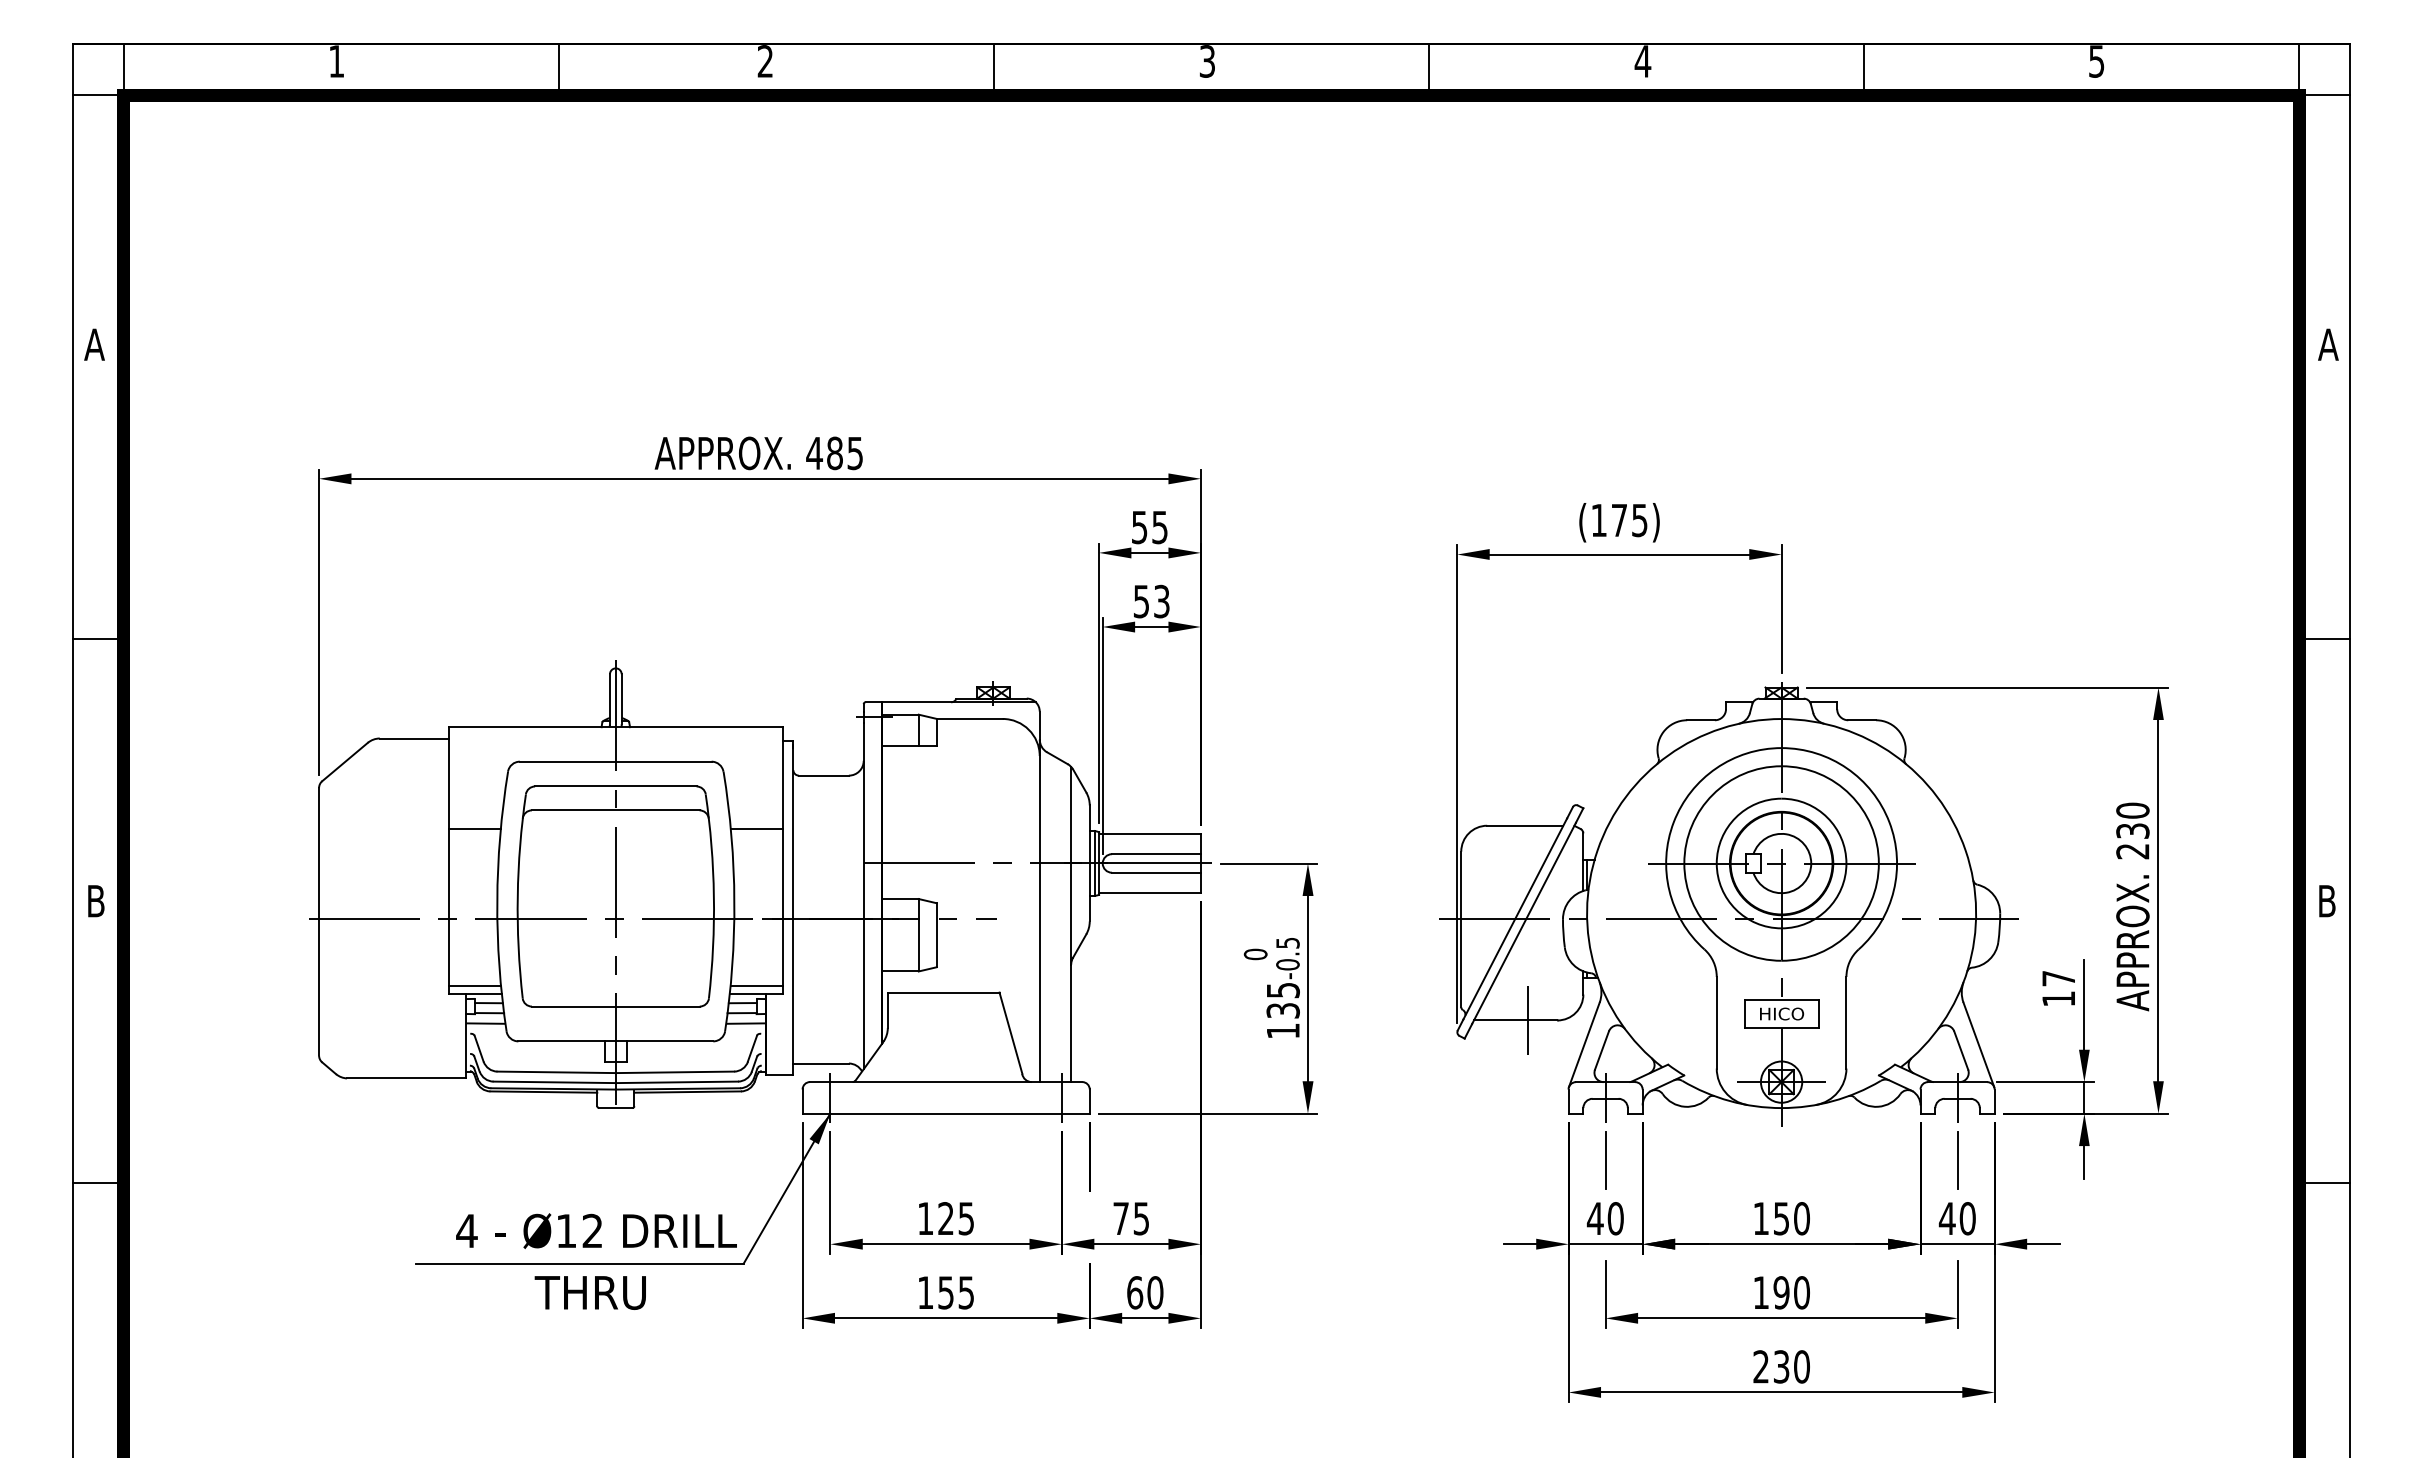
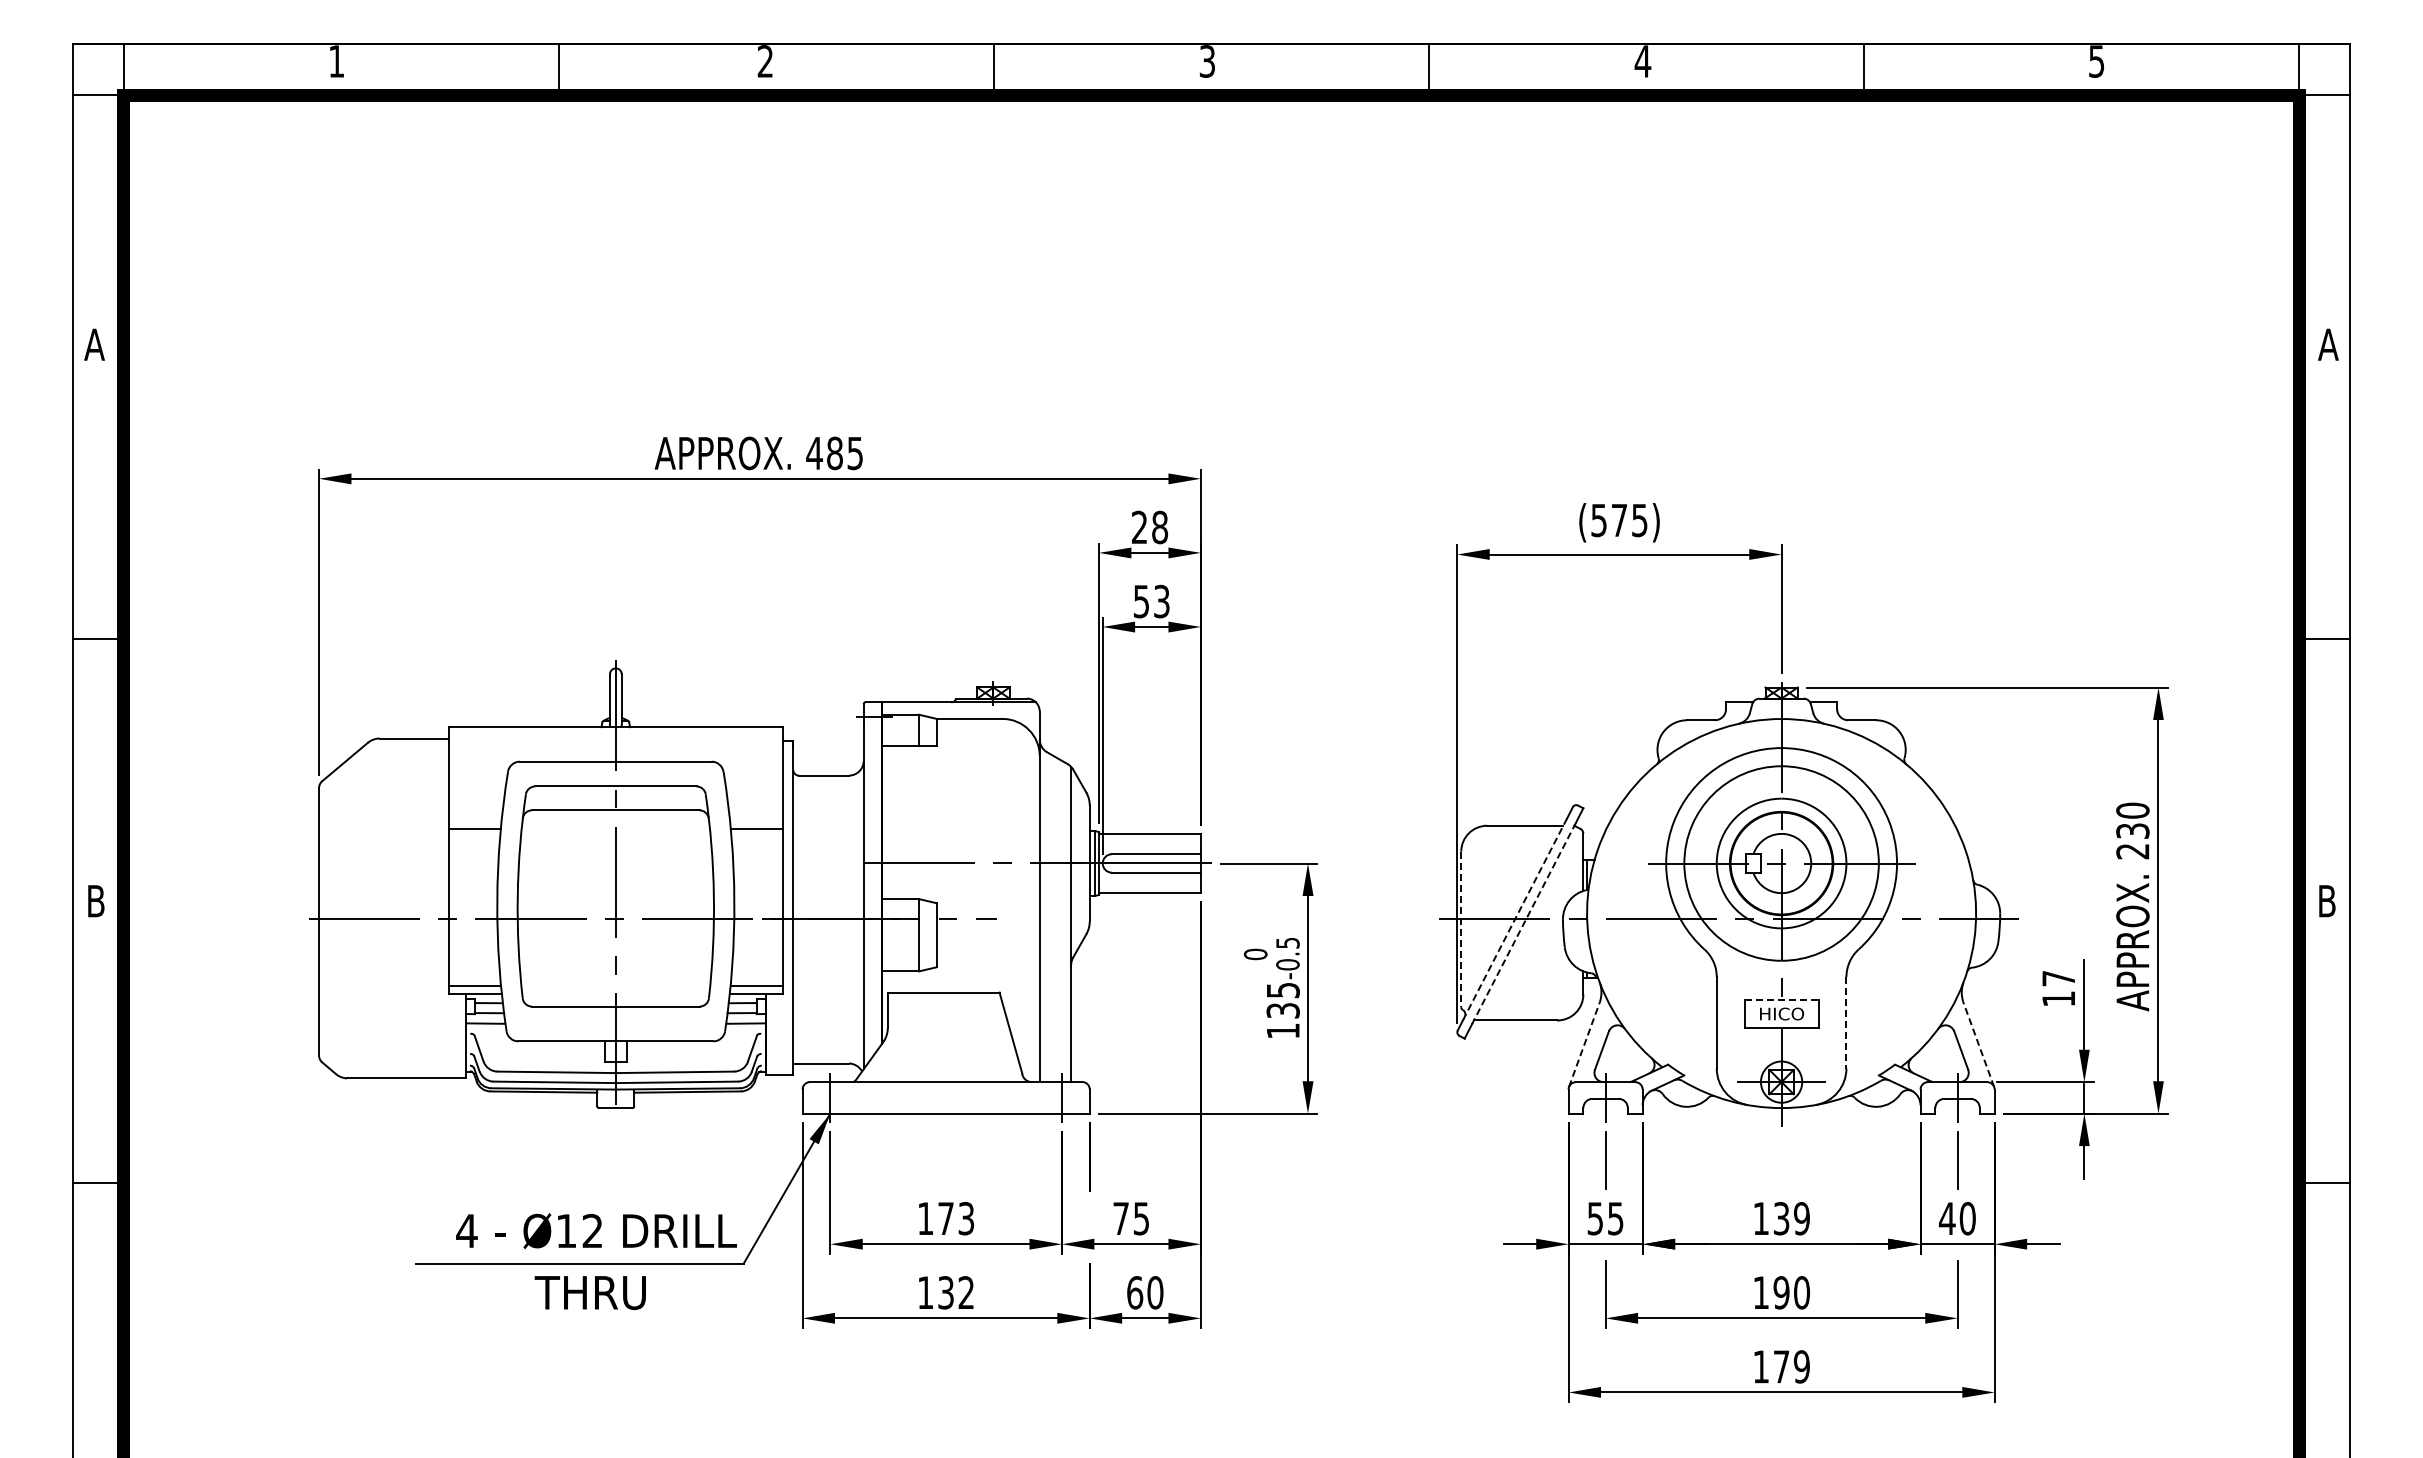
text at (1598, 520): (175) -> (575)
text at (1150, 527): 55 -> 28
line at (1515, 919): solid -> dashed
line at (1523, 923): solid -> dashed
line at (1461, 929): solid -> dashed
line at (1782, 1000): solid -> dashed
line at (1527, 1020): present -> none
line at (1846, 1022): solid -> dashed
line at (1584, 1044): solid -> dashed
line at (1978, 1044): solid -> dashed
text at (956, 1218): 125 -> 173
text at (1604, 1218): 40 -> 55
text at (1791, 1218): 150 -> 139
text at (955, 1292): 155 -> 132
text at (1781, 1366): 230 -> 179
